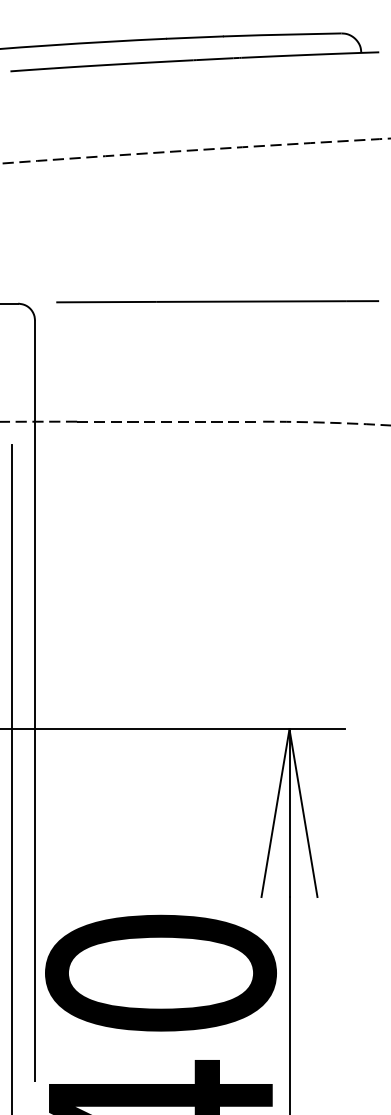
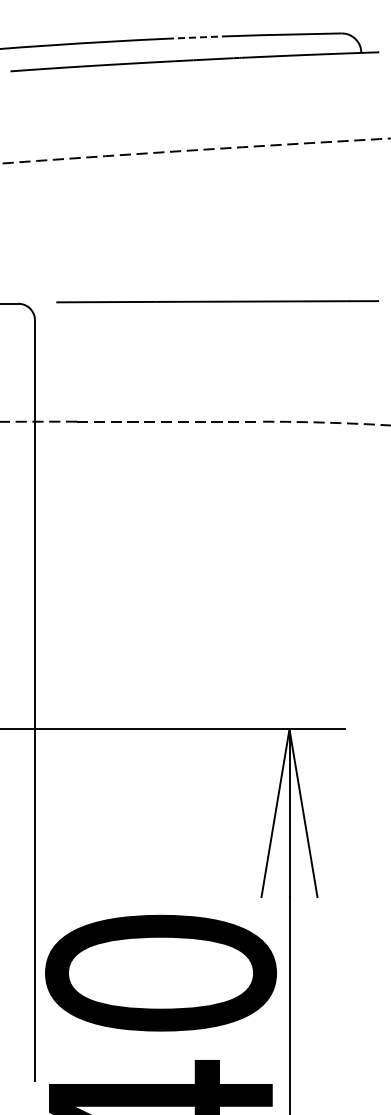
line at (194, 37): solid -> dashed
line at (11, 778): present -> none
